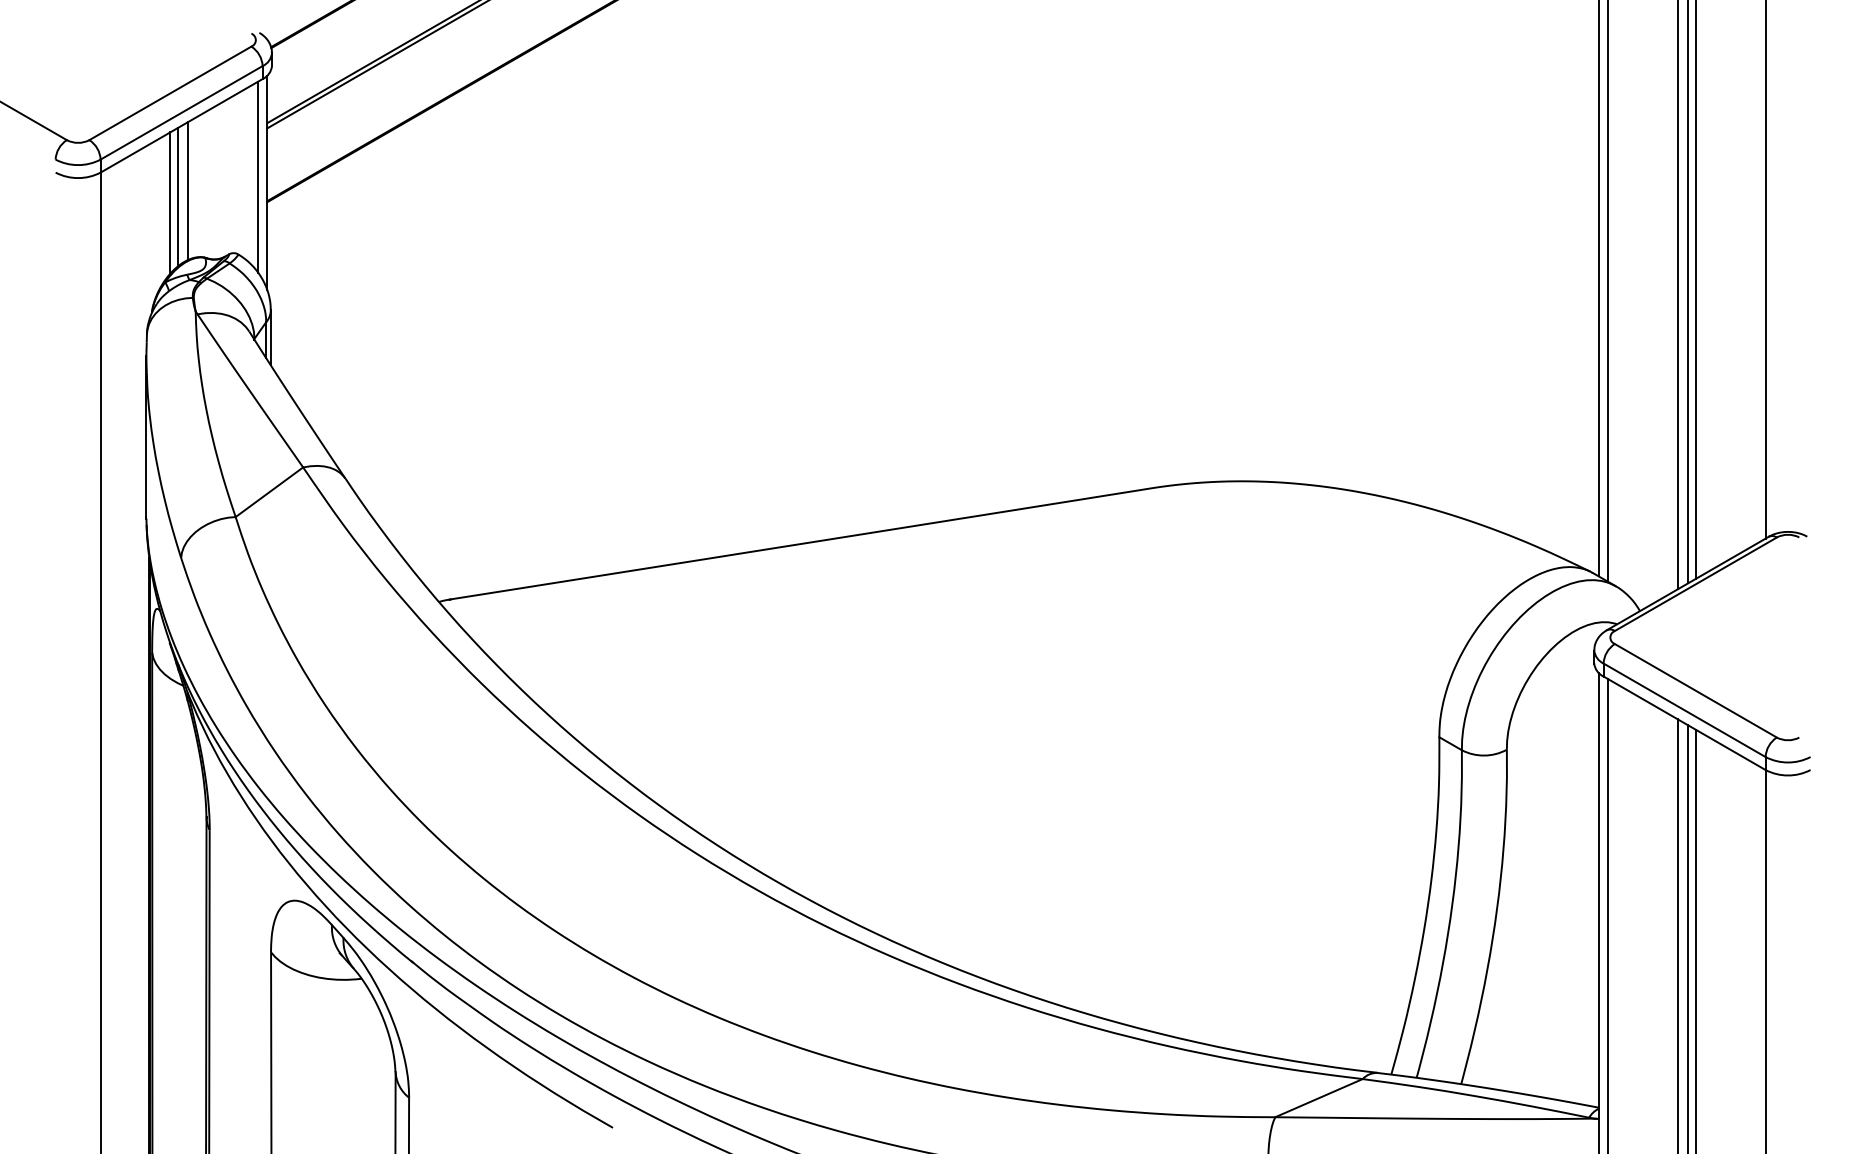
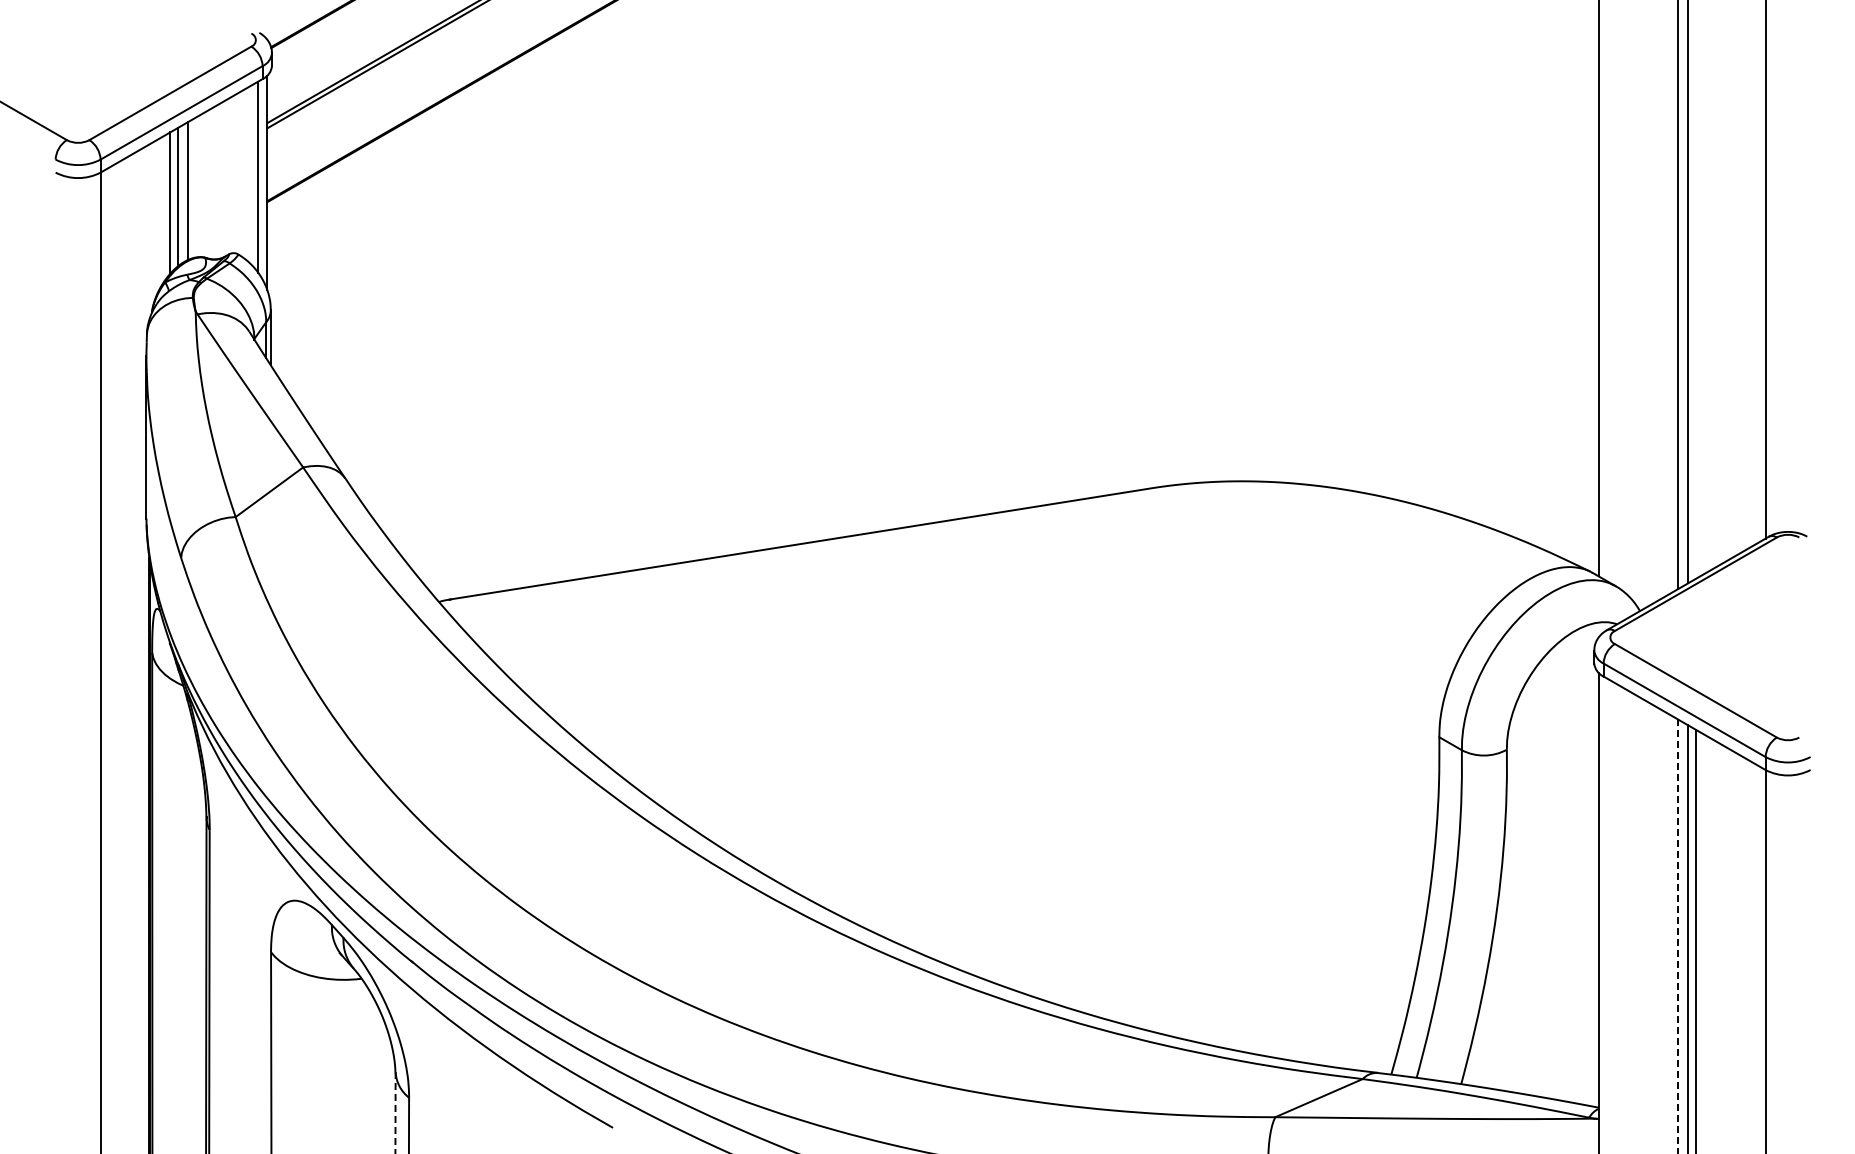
line at (1695, 290): present -> none
line at (1608, 291): present -> none
line at (1608, 914): present -> none
line at (1677, 936): solid -> dashed
line at (395, 1112): solid -> dashed
